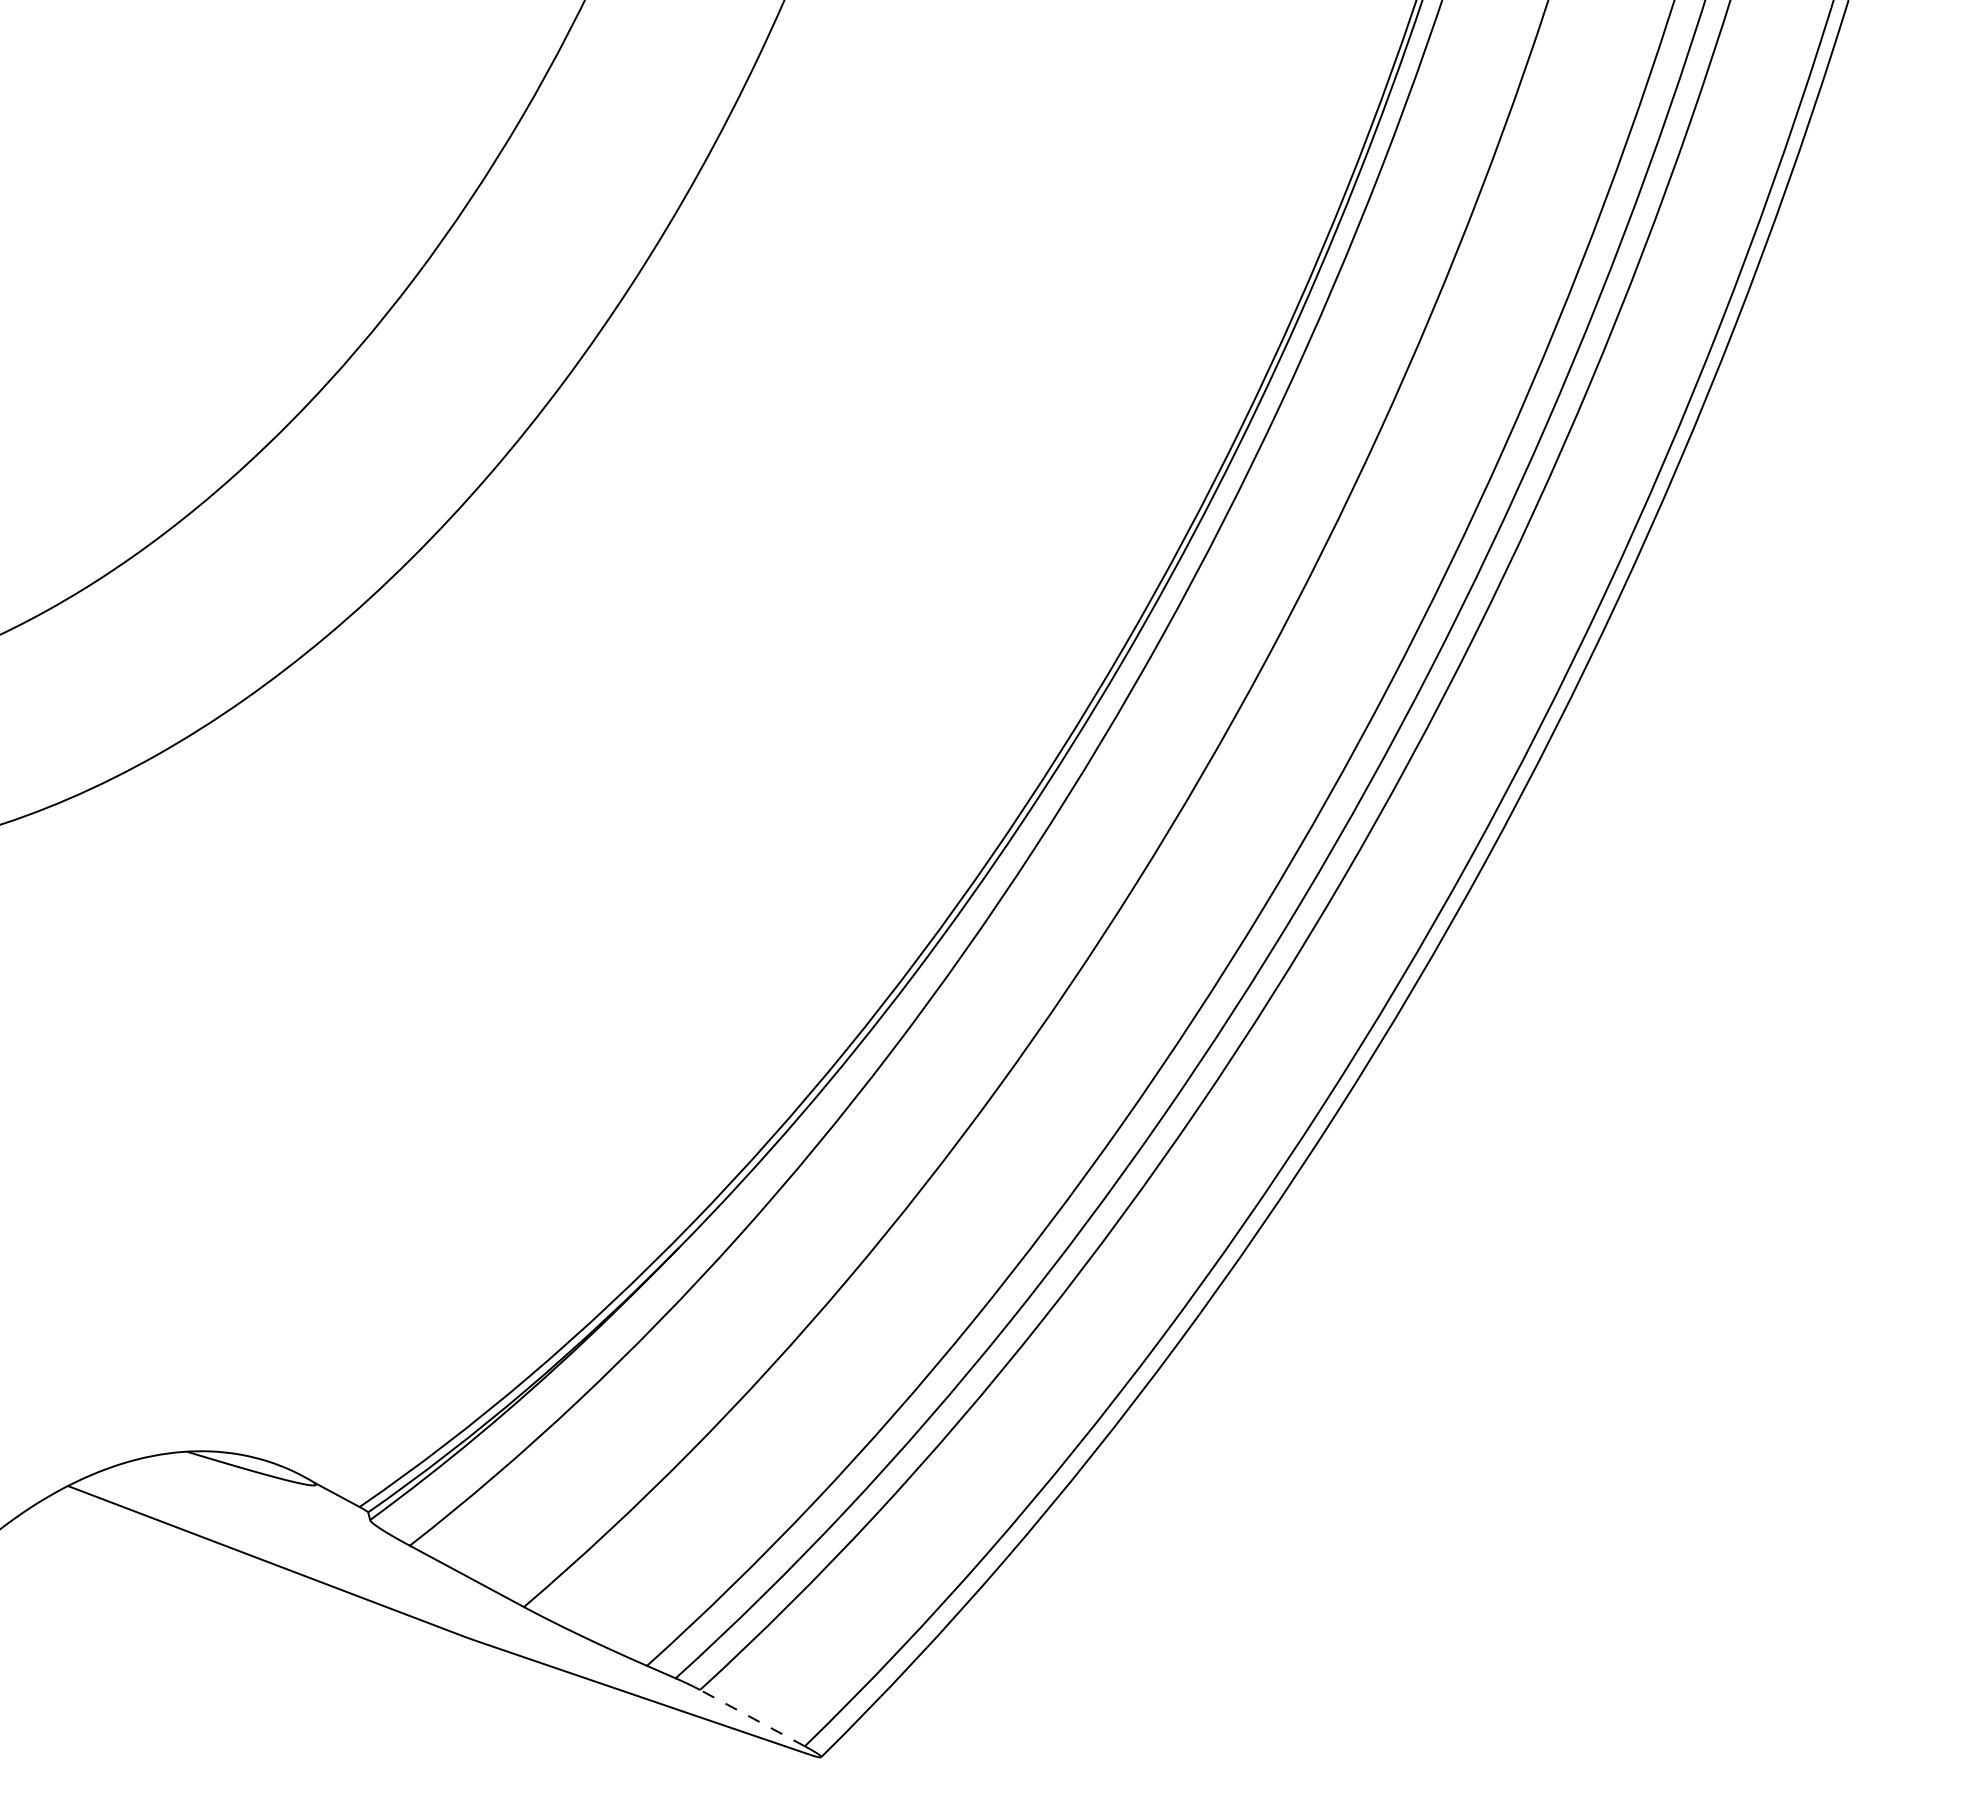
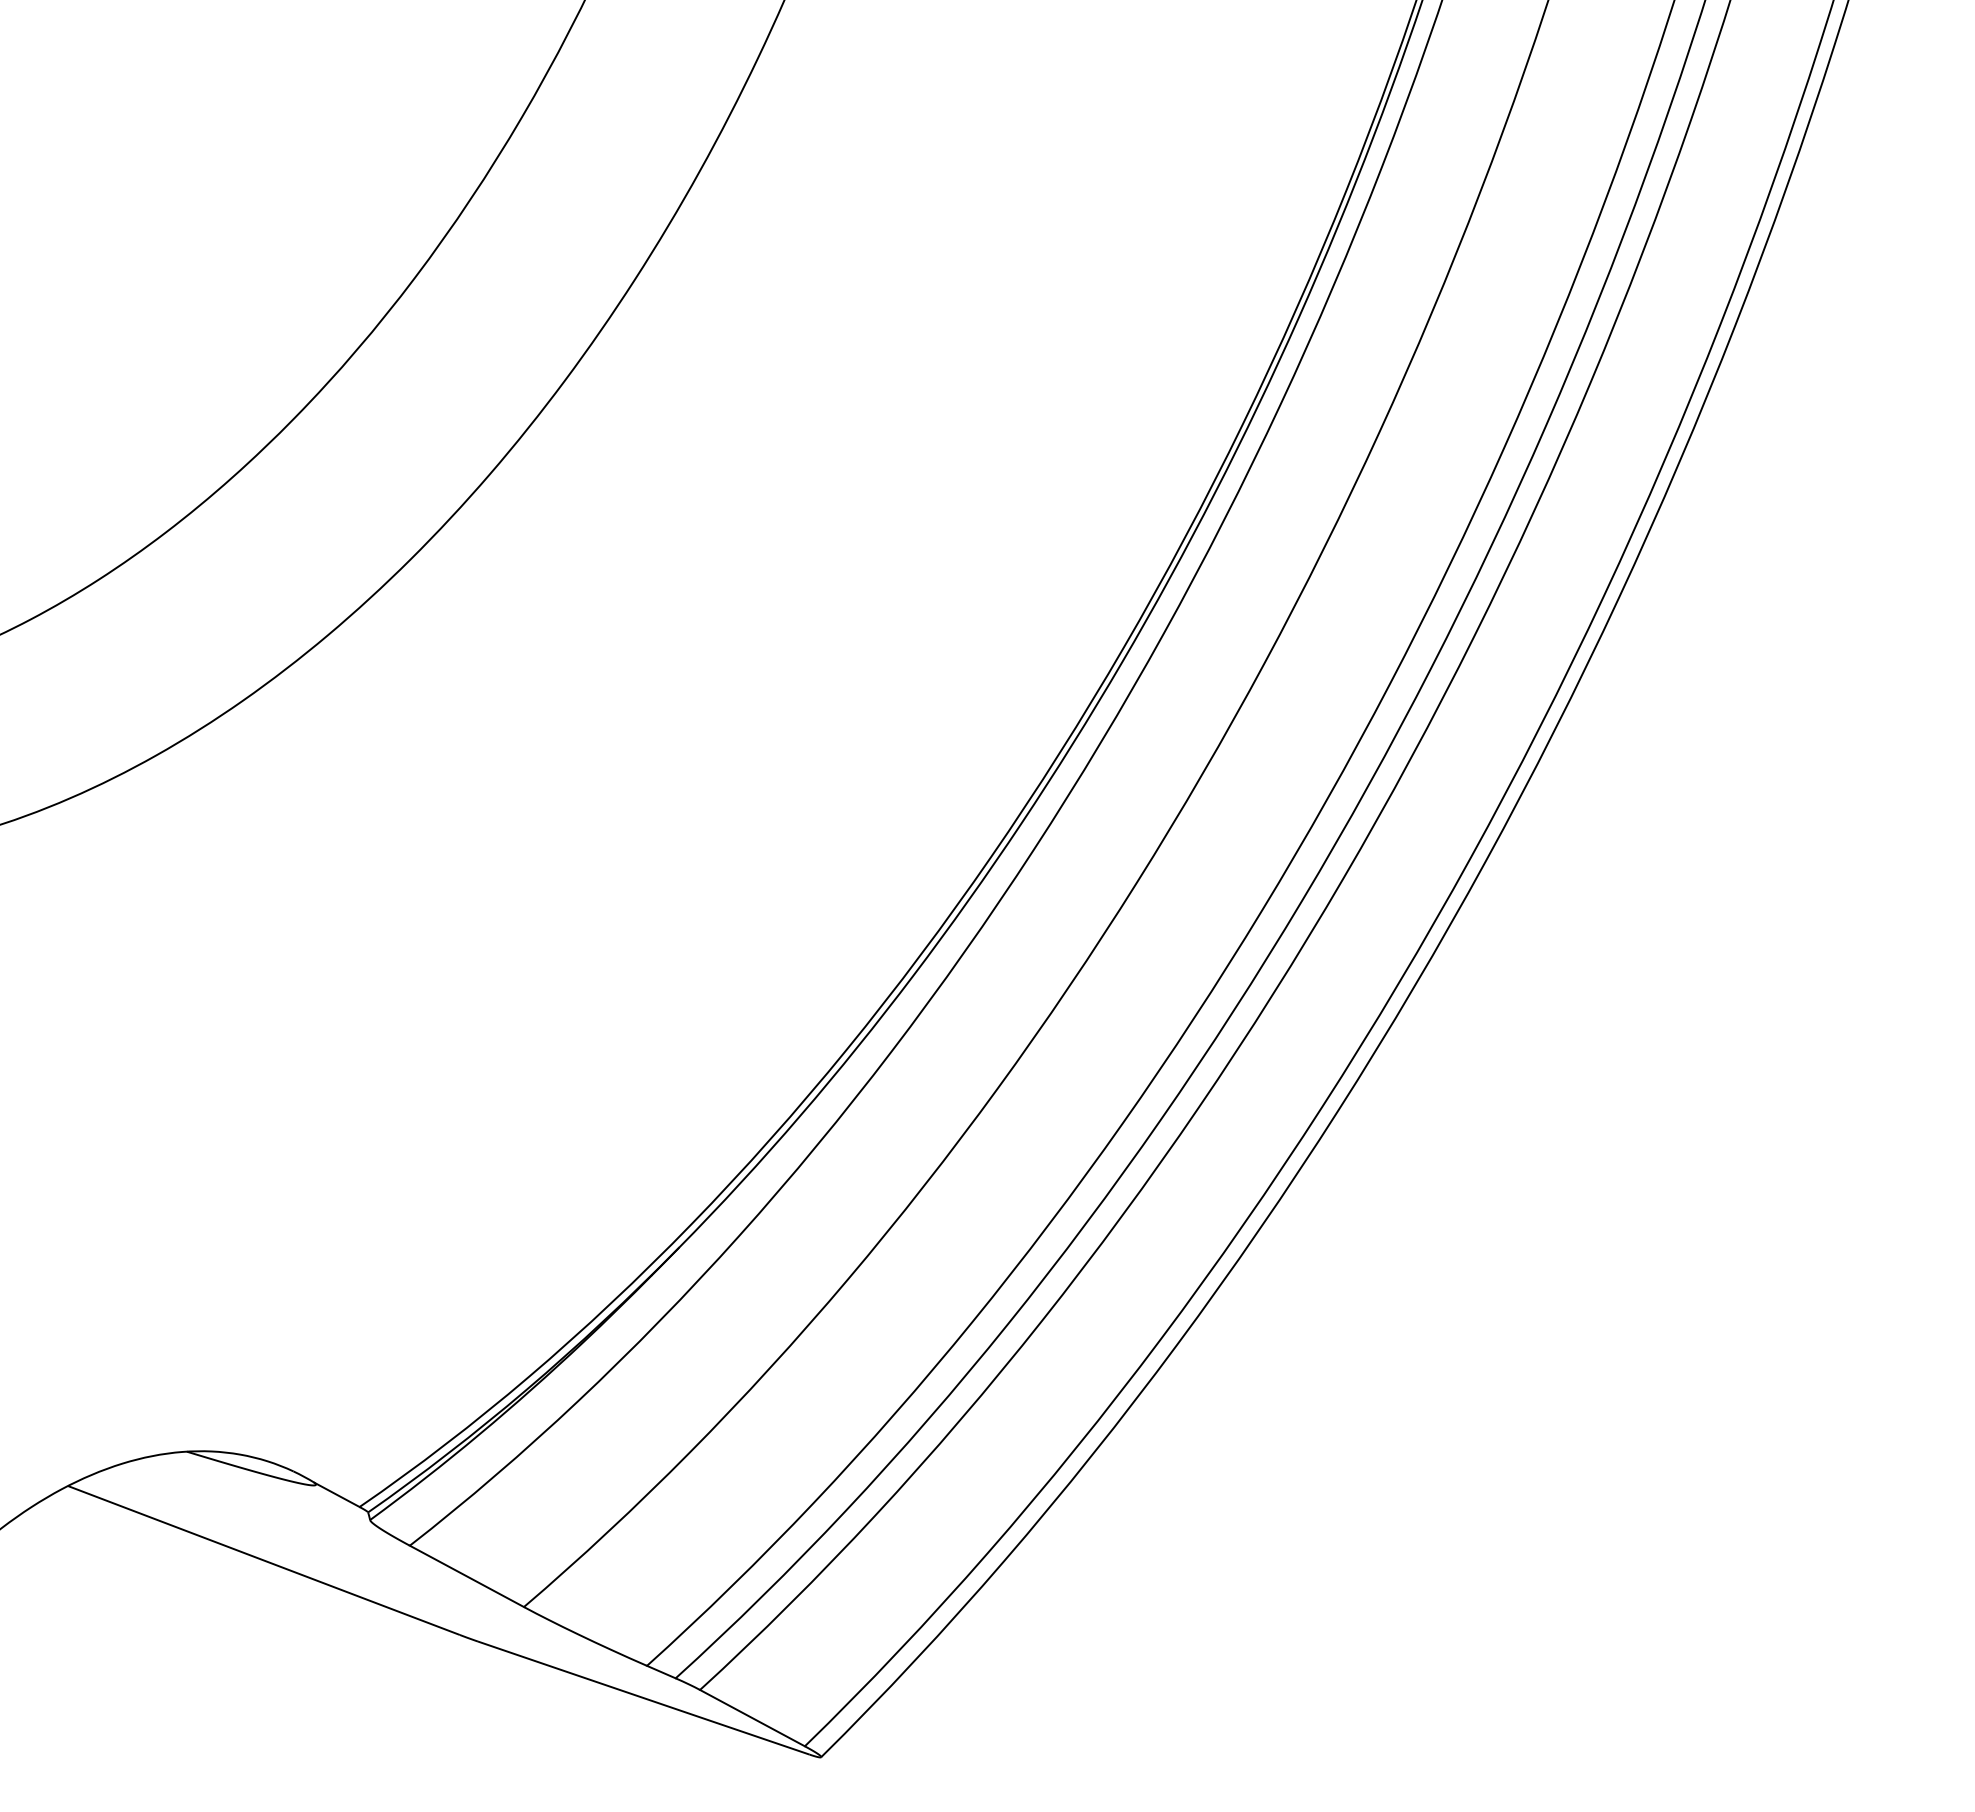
line at (752, 1718): dashed -> solid
